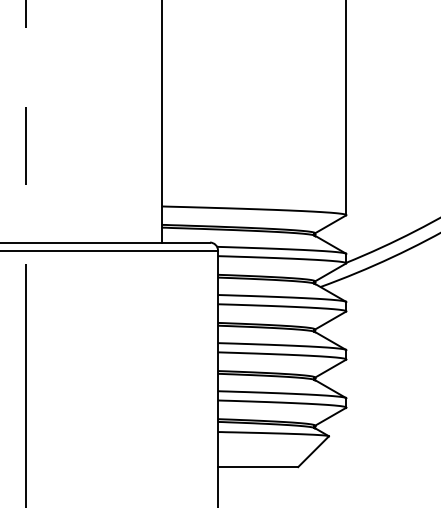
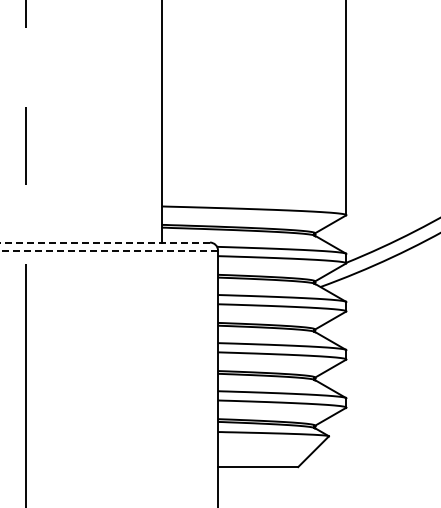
line at (105, 242): solid -> dashed
line at (109, 250): solid -> dashed
